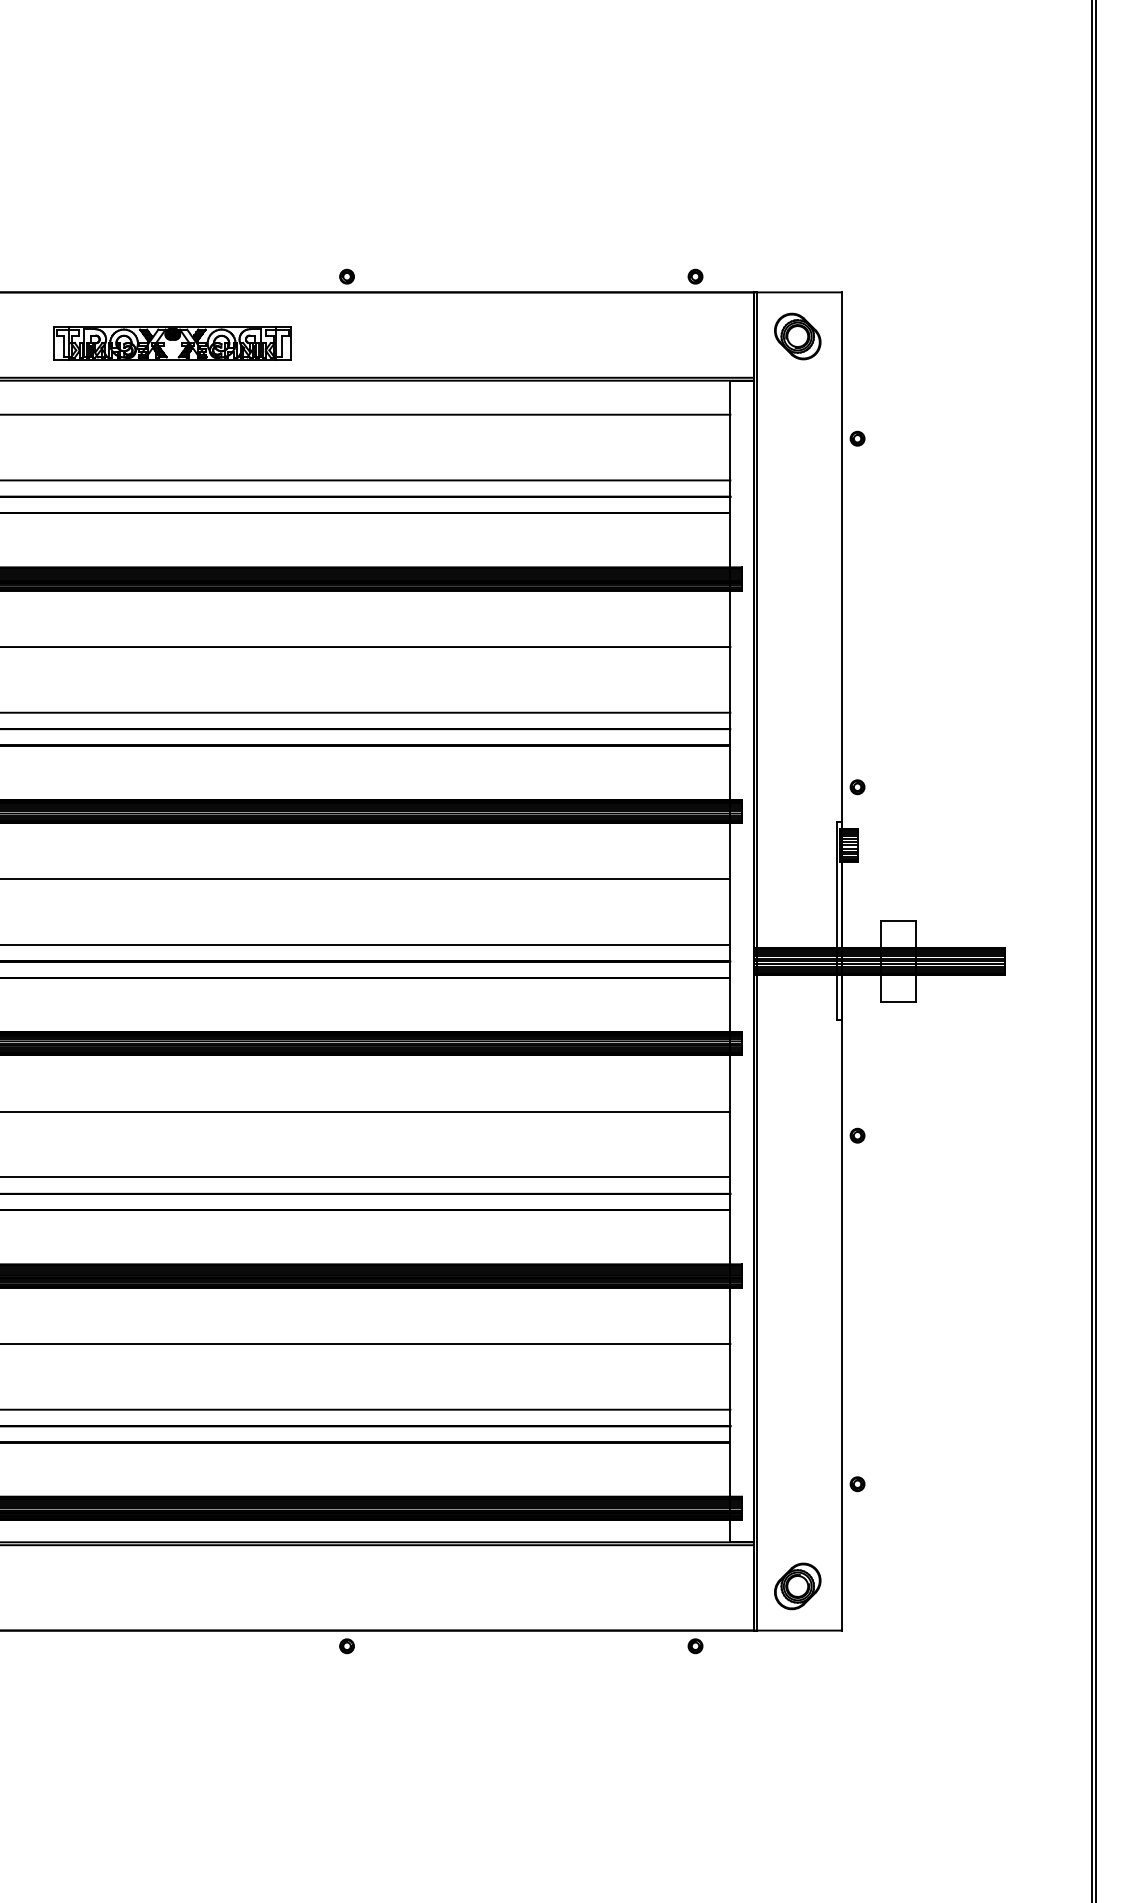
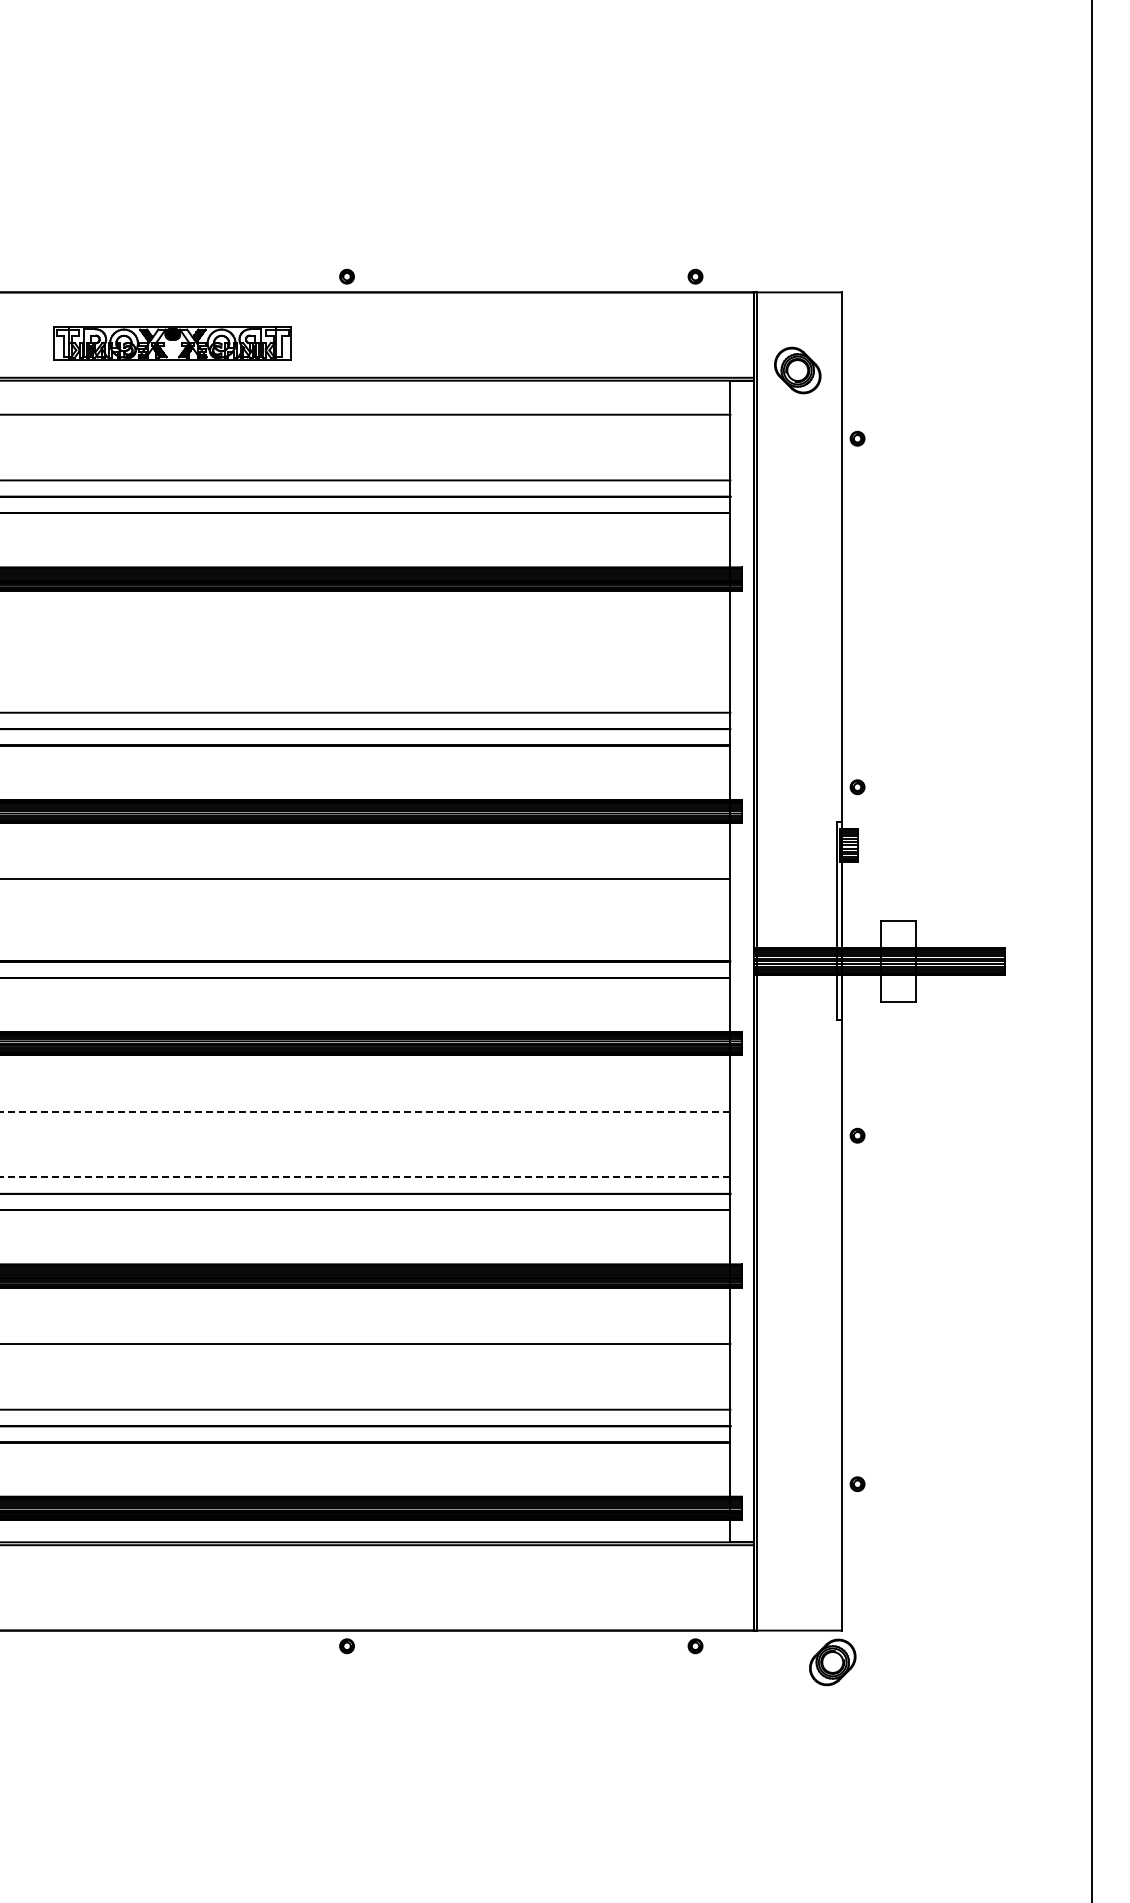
part at (797, 336) position: (797, 336) -> (797, 370)
line at (366, 647): present -> none
line at (366, 945): present -> none
line at (1096, 950): present -> none
line at (365, 1111): solid -> dashed
line at (365, 1177): solid -> dashed
part at (797, 1586) position: (797, 1586) -> (832, 1662)
